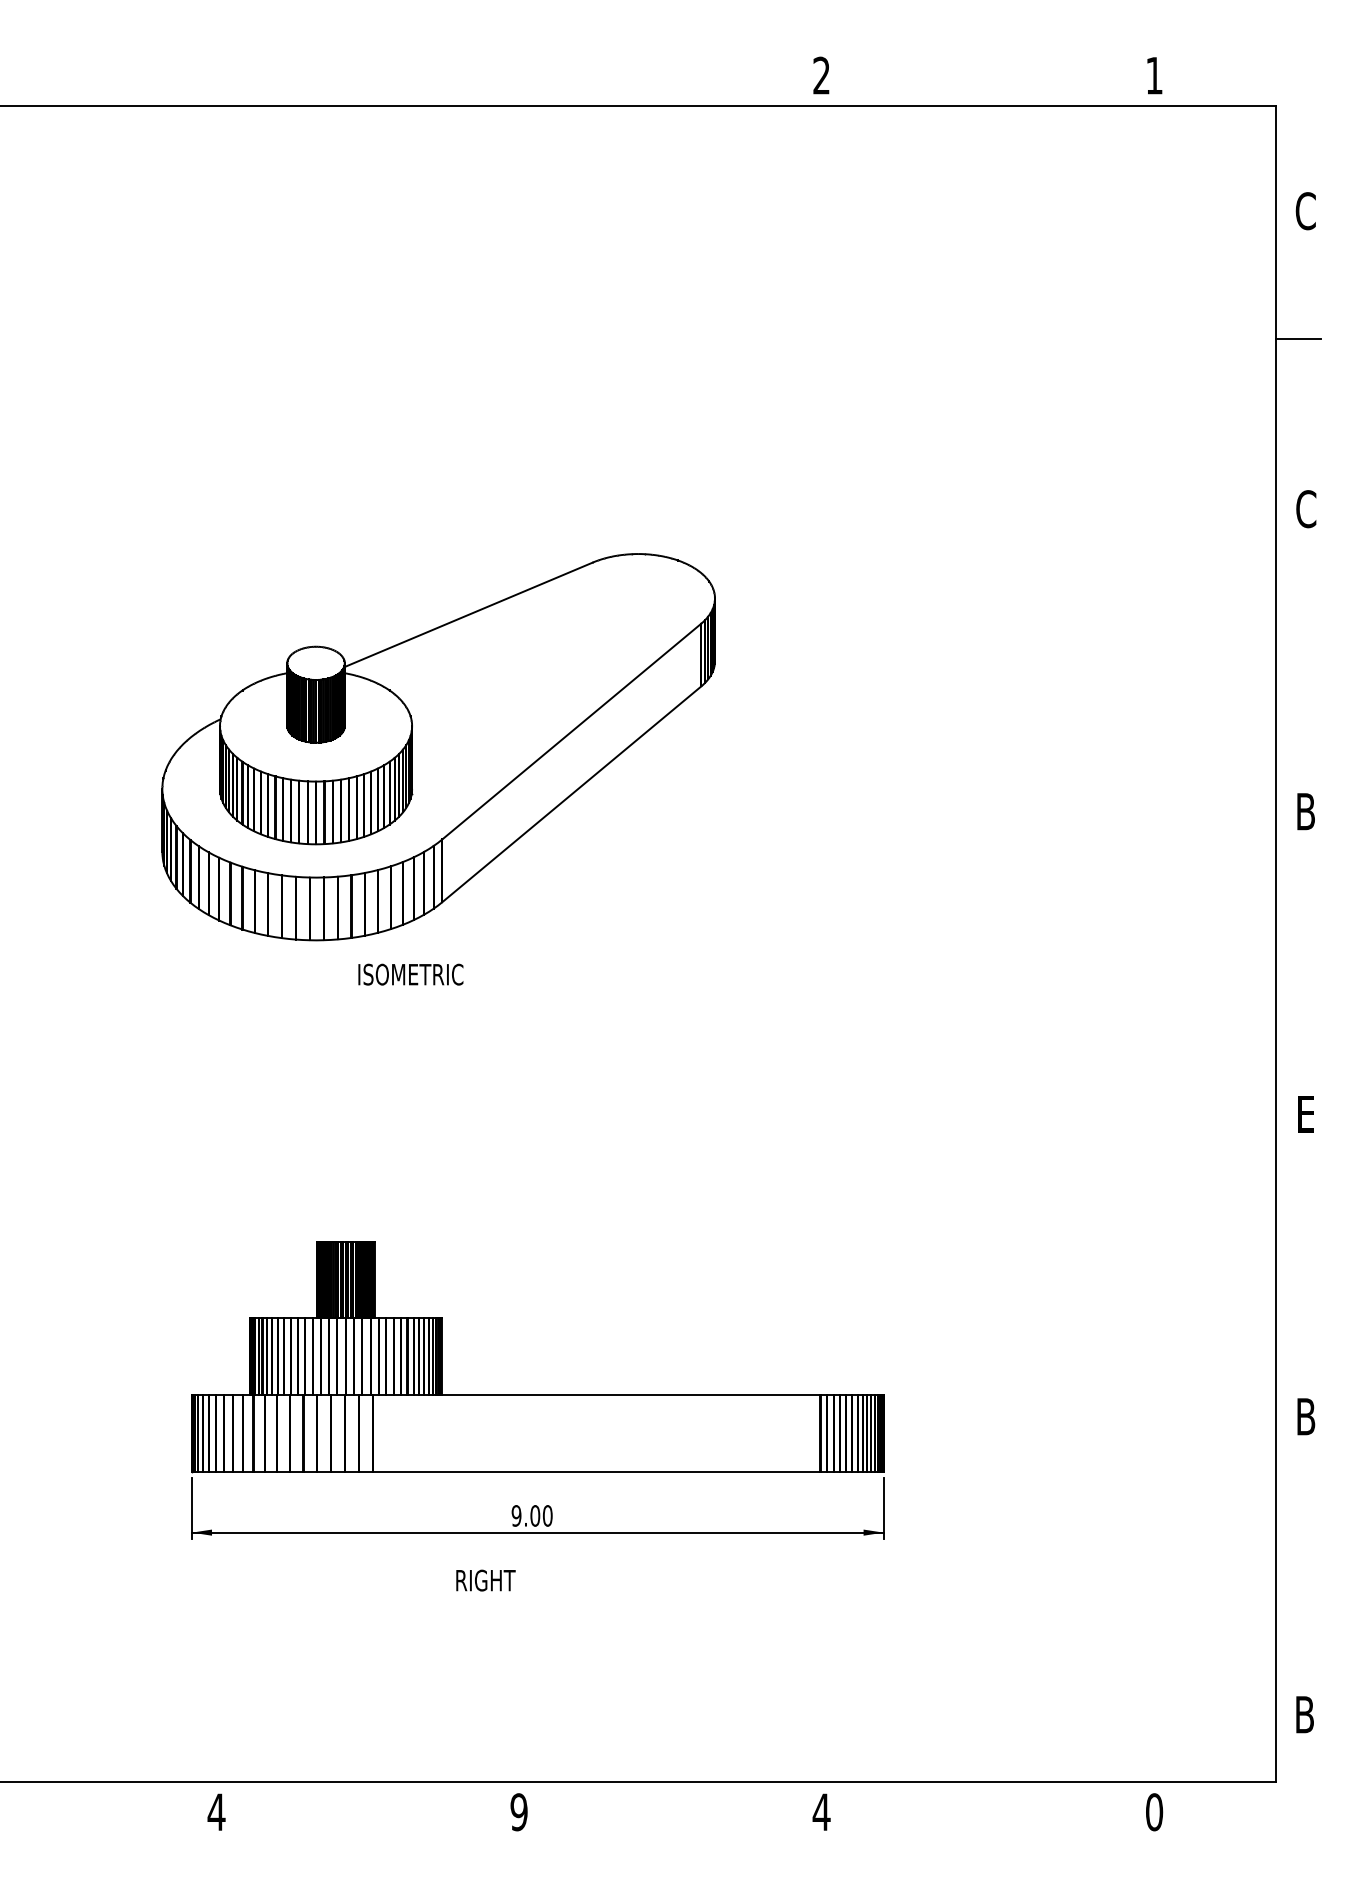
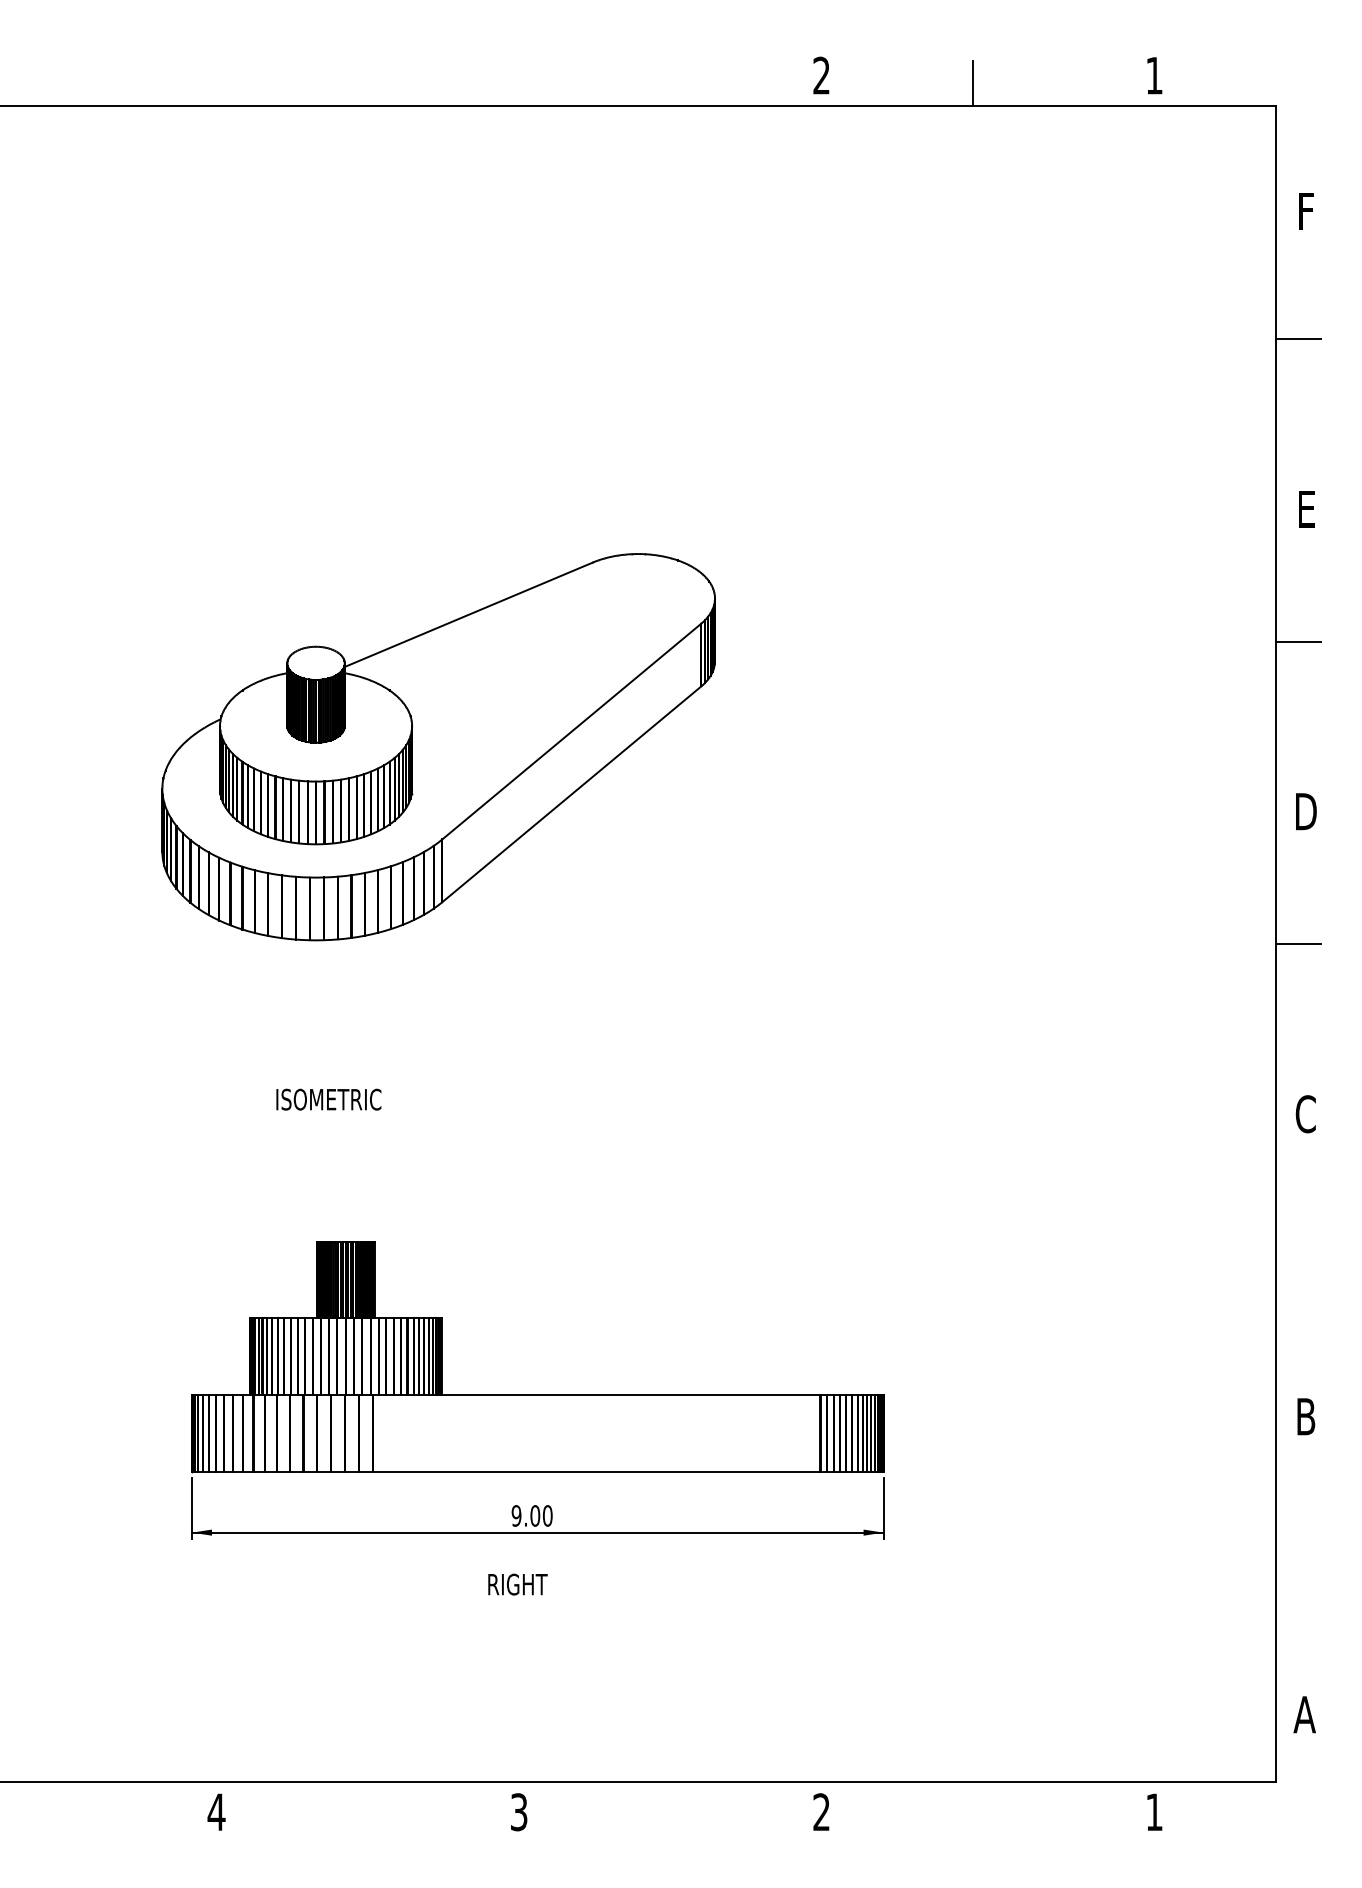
line at (973, 83): none -> present
text at (1305, 211): C -> F
text at (1306, 509): C -> E
line at (1298, 641): none -> present
text at (1306, 811): B -> D
line at (1298, 944): none -> present
text at (410, 974) position: (410, 974) -> (328, 1099)
text at (1305, 1114): E -> C
text at (485, 1580) position: (485, 1580) -> (517, 1584)
text at (1304, 1714): B -> A
text at (821, 1811): 4 -> 2
text at (518, 1812): 9 -> 3
text at (1154, 1812): 0 -> 1
